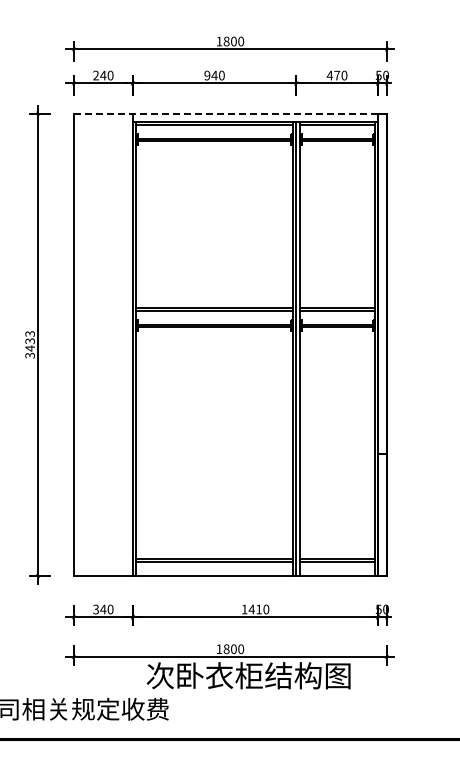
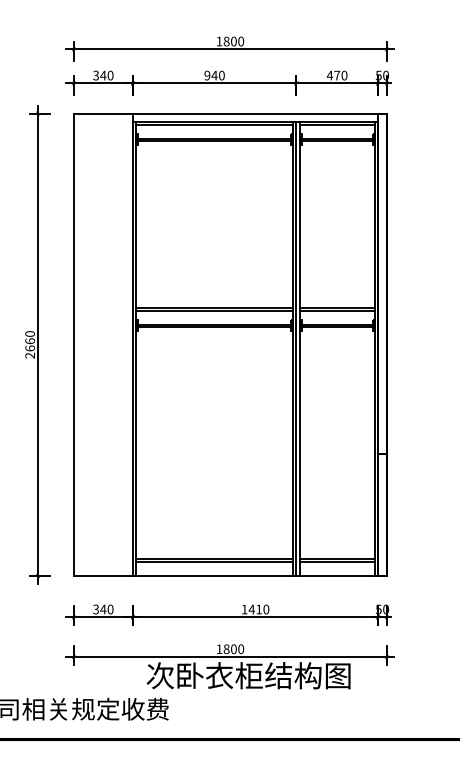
text at (95, 76): 240 -> 340
line at (230, 113): dashed -> solid
text at (30, 344): 3433 -> 2660
